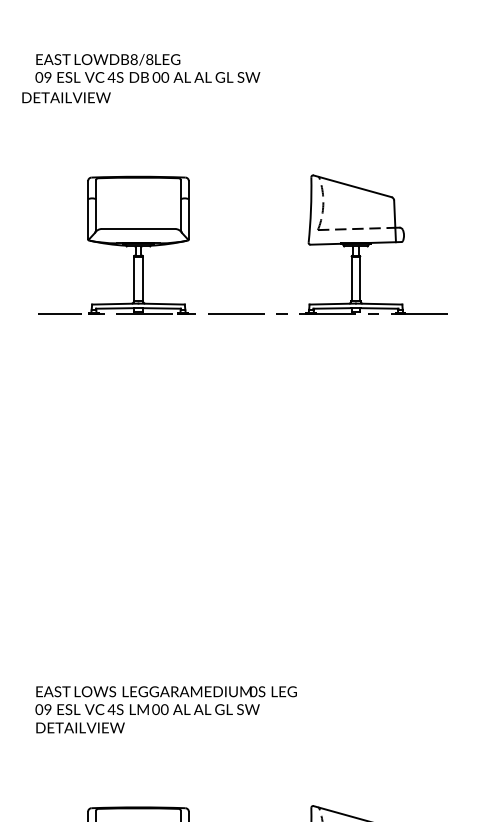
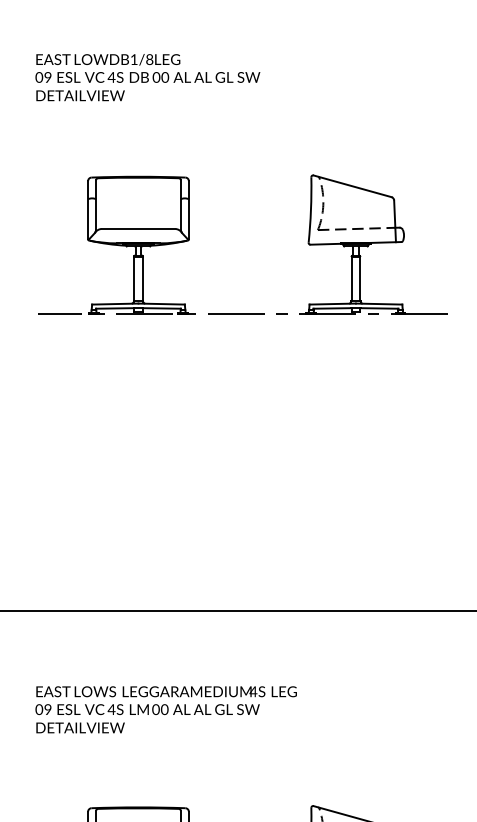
text at (133, 59): DB8/8 -> DB1/8
text at (66, 97) position: (66, 97) -> (80, 95)
line at (237, 610): none -> present
text at (253, 691): 0S -> 4S
